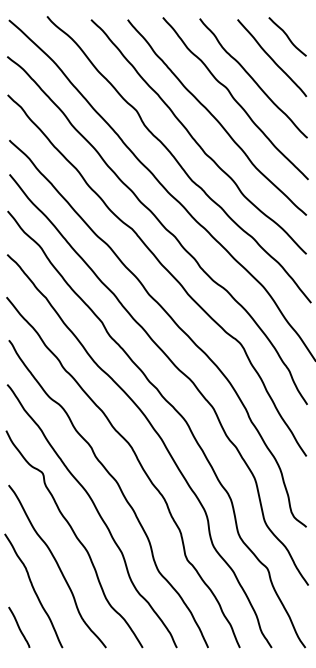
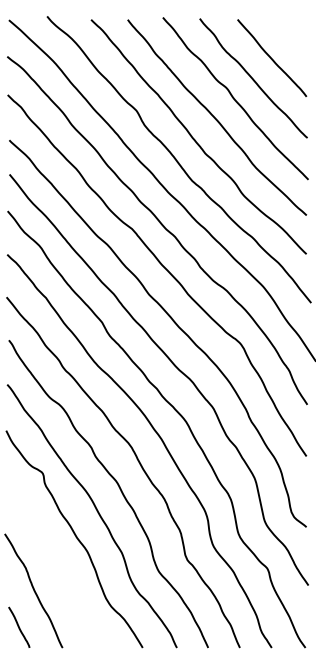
curve at (287, 36): present -> none
curve at (57, 566): present -> none
